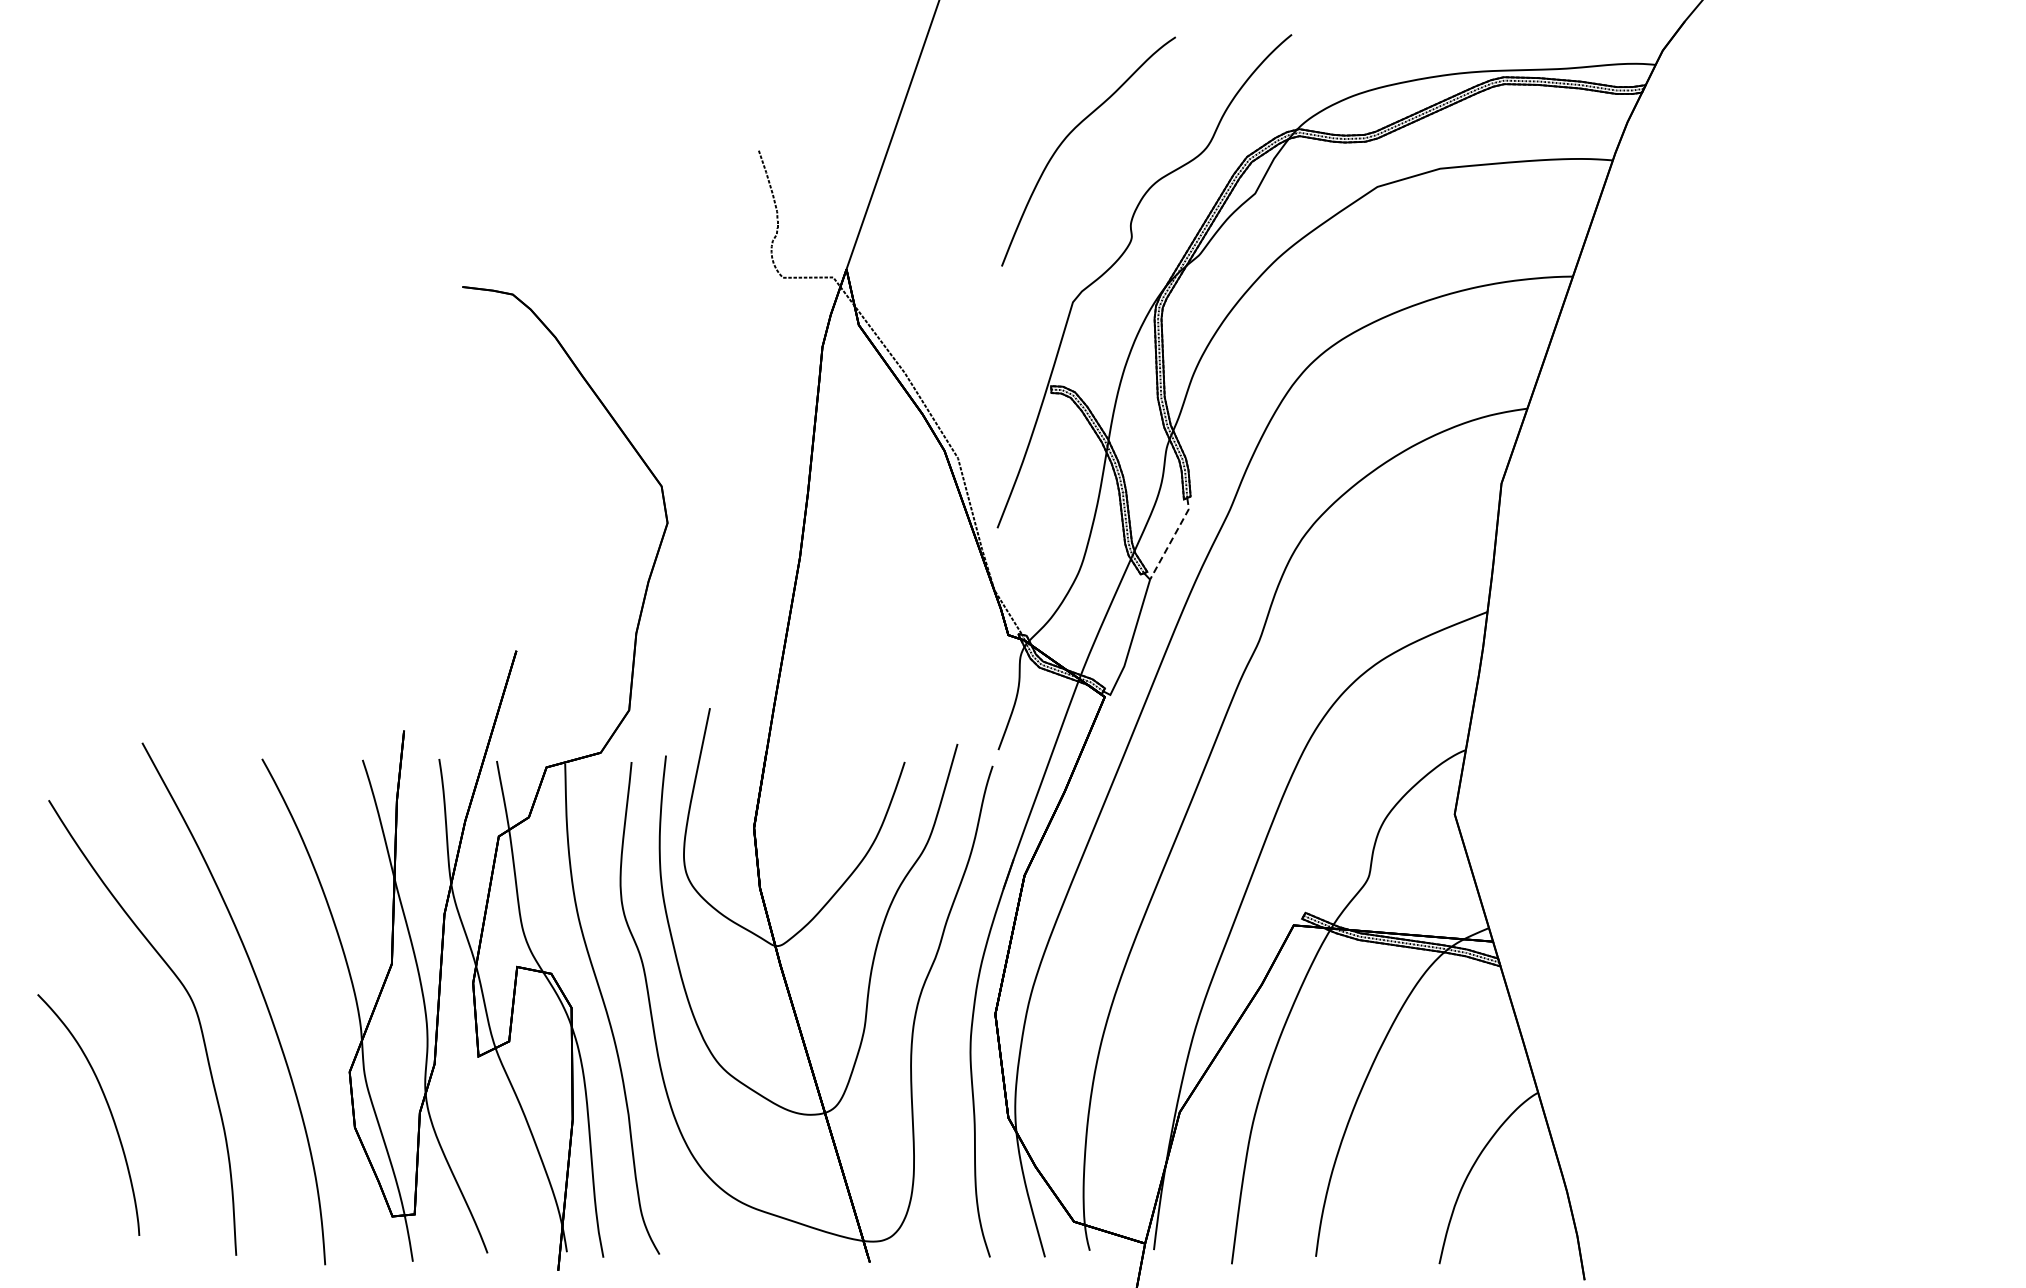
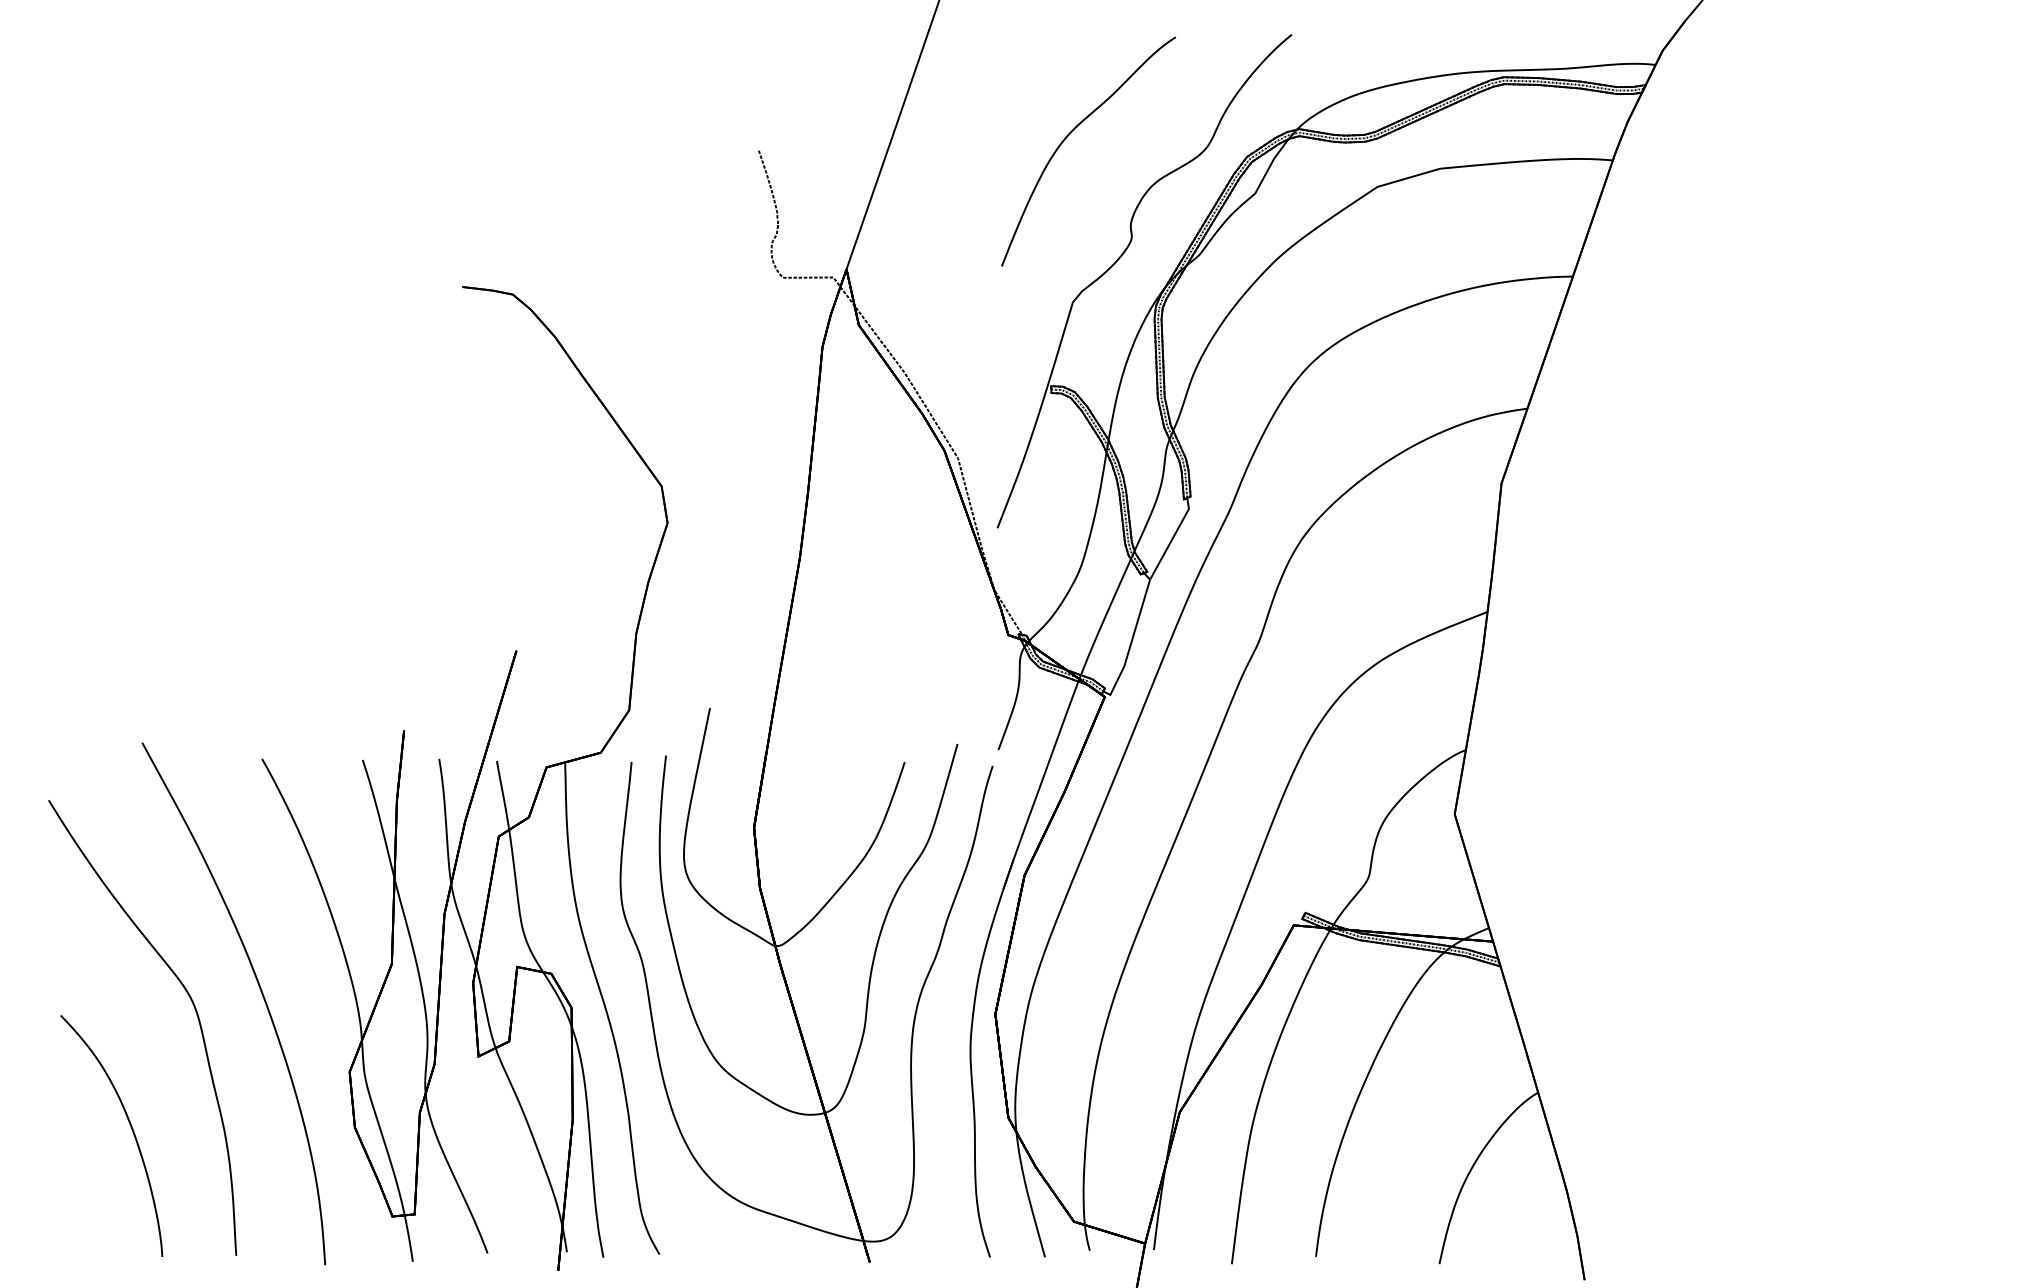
line at (1172, 538): dashed -> solid
curve at (107, 1106) position: (107, 1106) -> (130, 1127)
